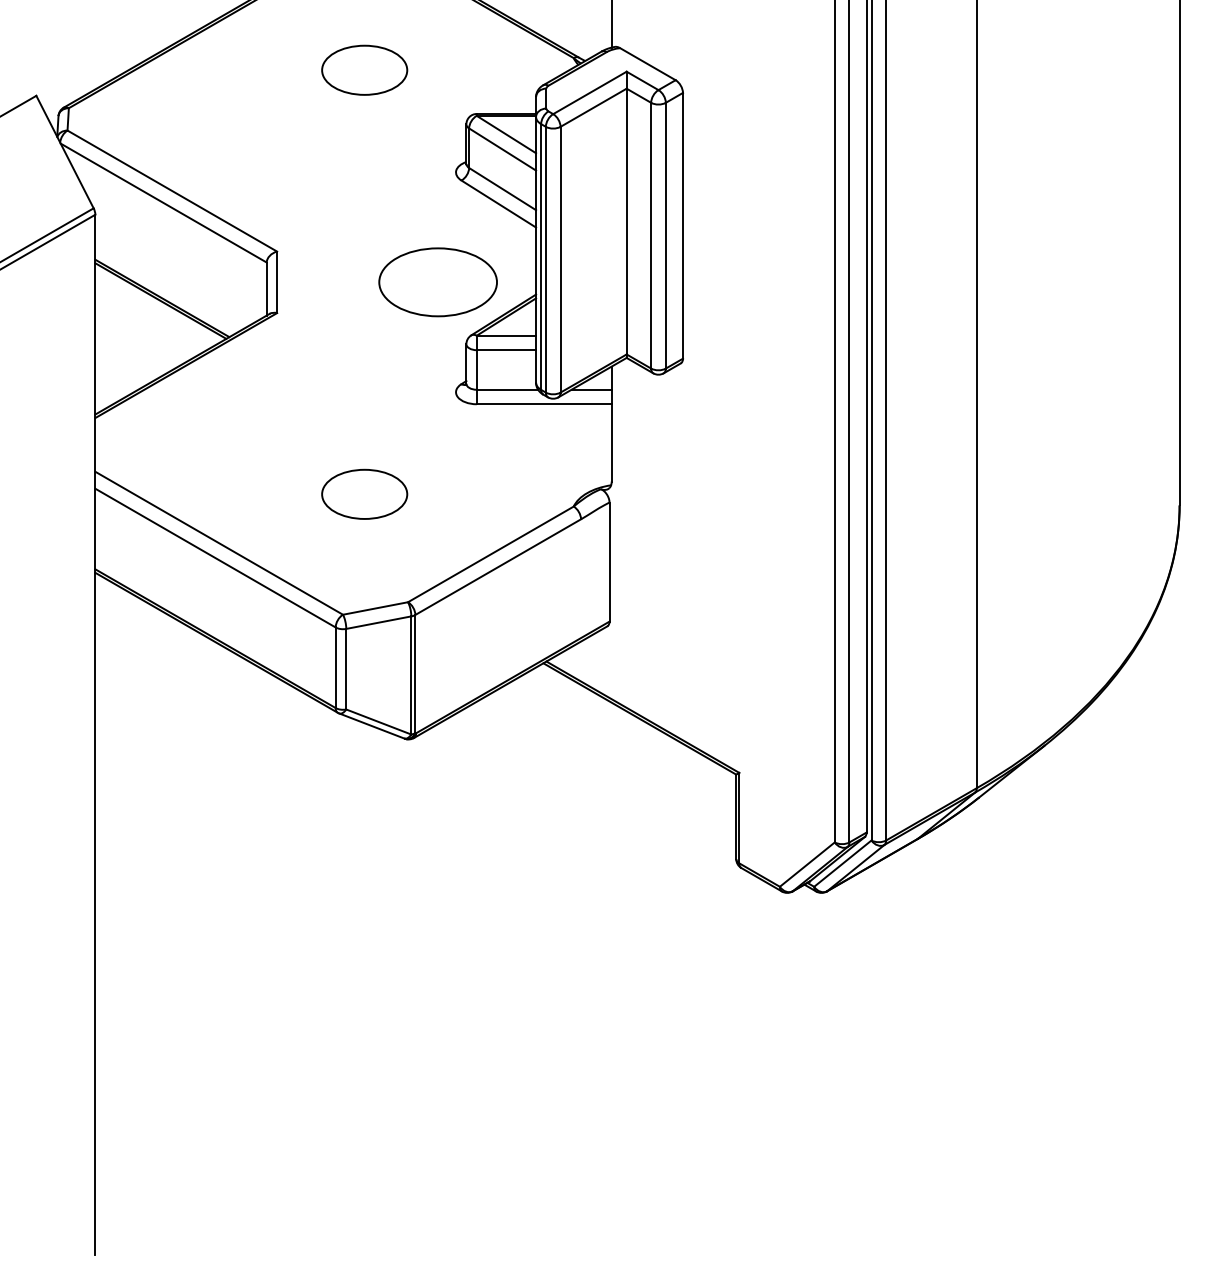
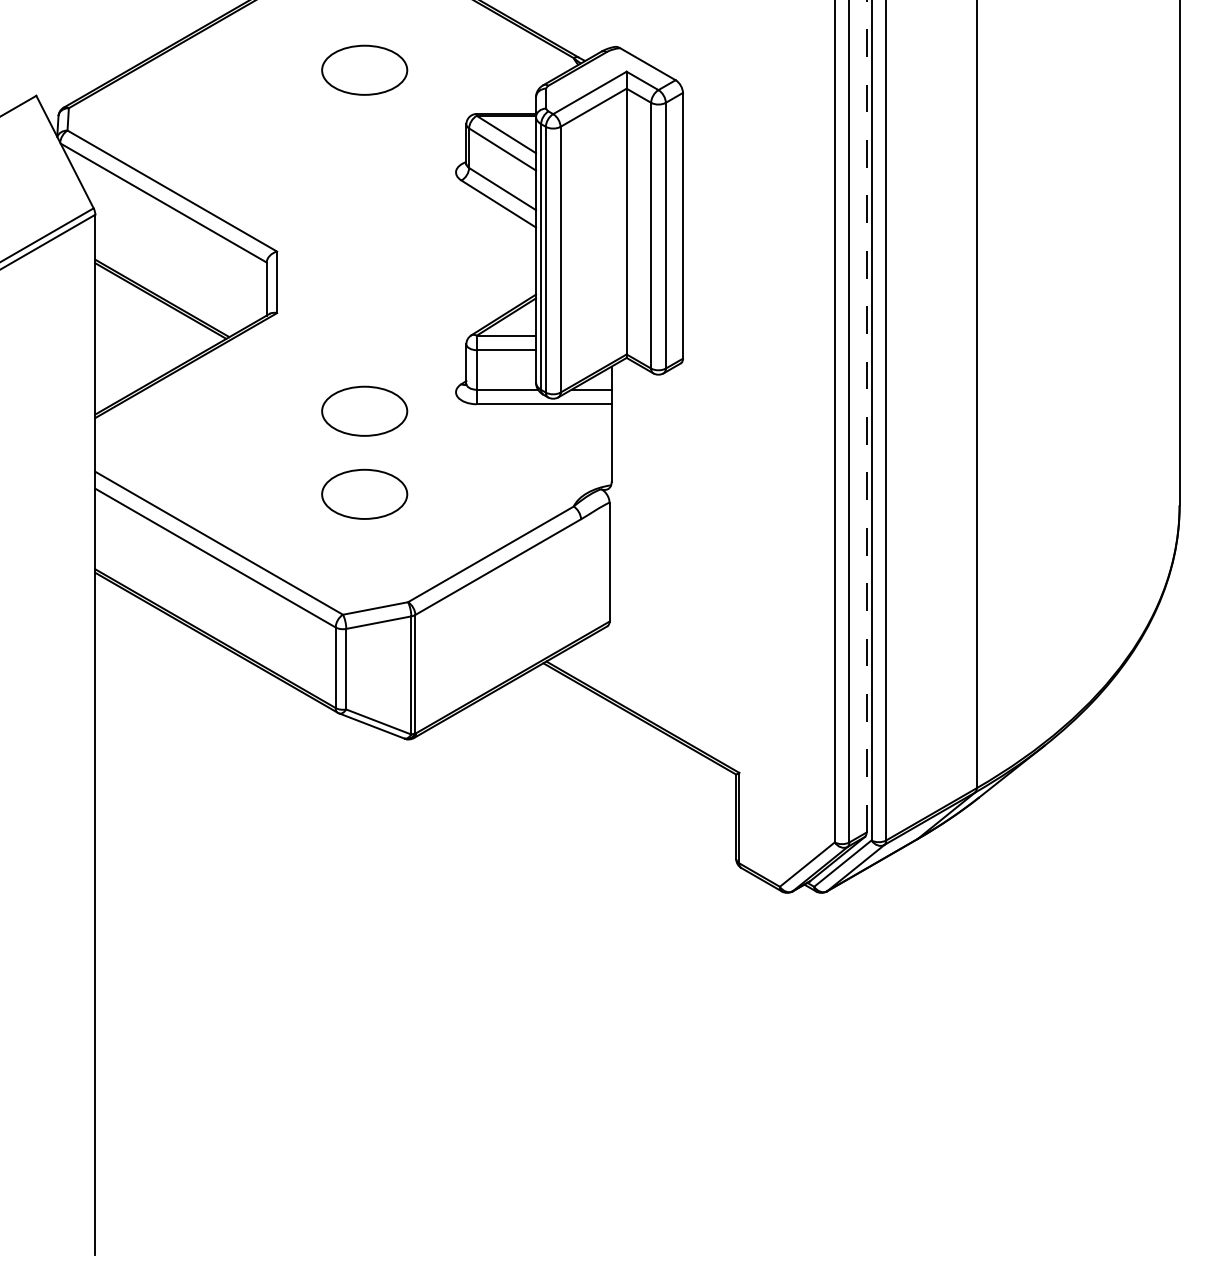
line at (611, 24): present -> none
part at (437, 282): present -> none
part at (364, 410): none -> present
line at (866, 416): solid -> dashed
